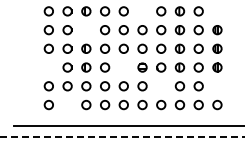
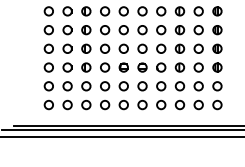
circle at (142, 11): none -> present
part at (217, 11): none -> present
part at (86, 30): none -> present
circle at (48, 67): none -> present
part at (123, 67): none -> present
circle at (161, 86): none -> present
circle at (217, 86): none -> present
circle at (67, 104): none -> present
line at (121, 129): none -> present
line at (122, 136): dashed -> solid
